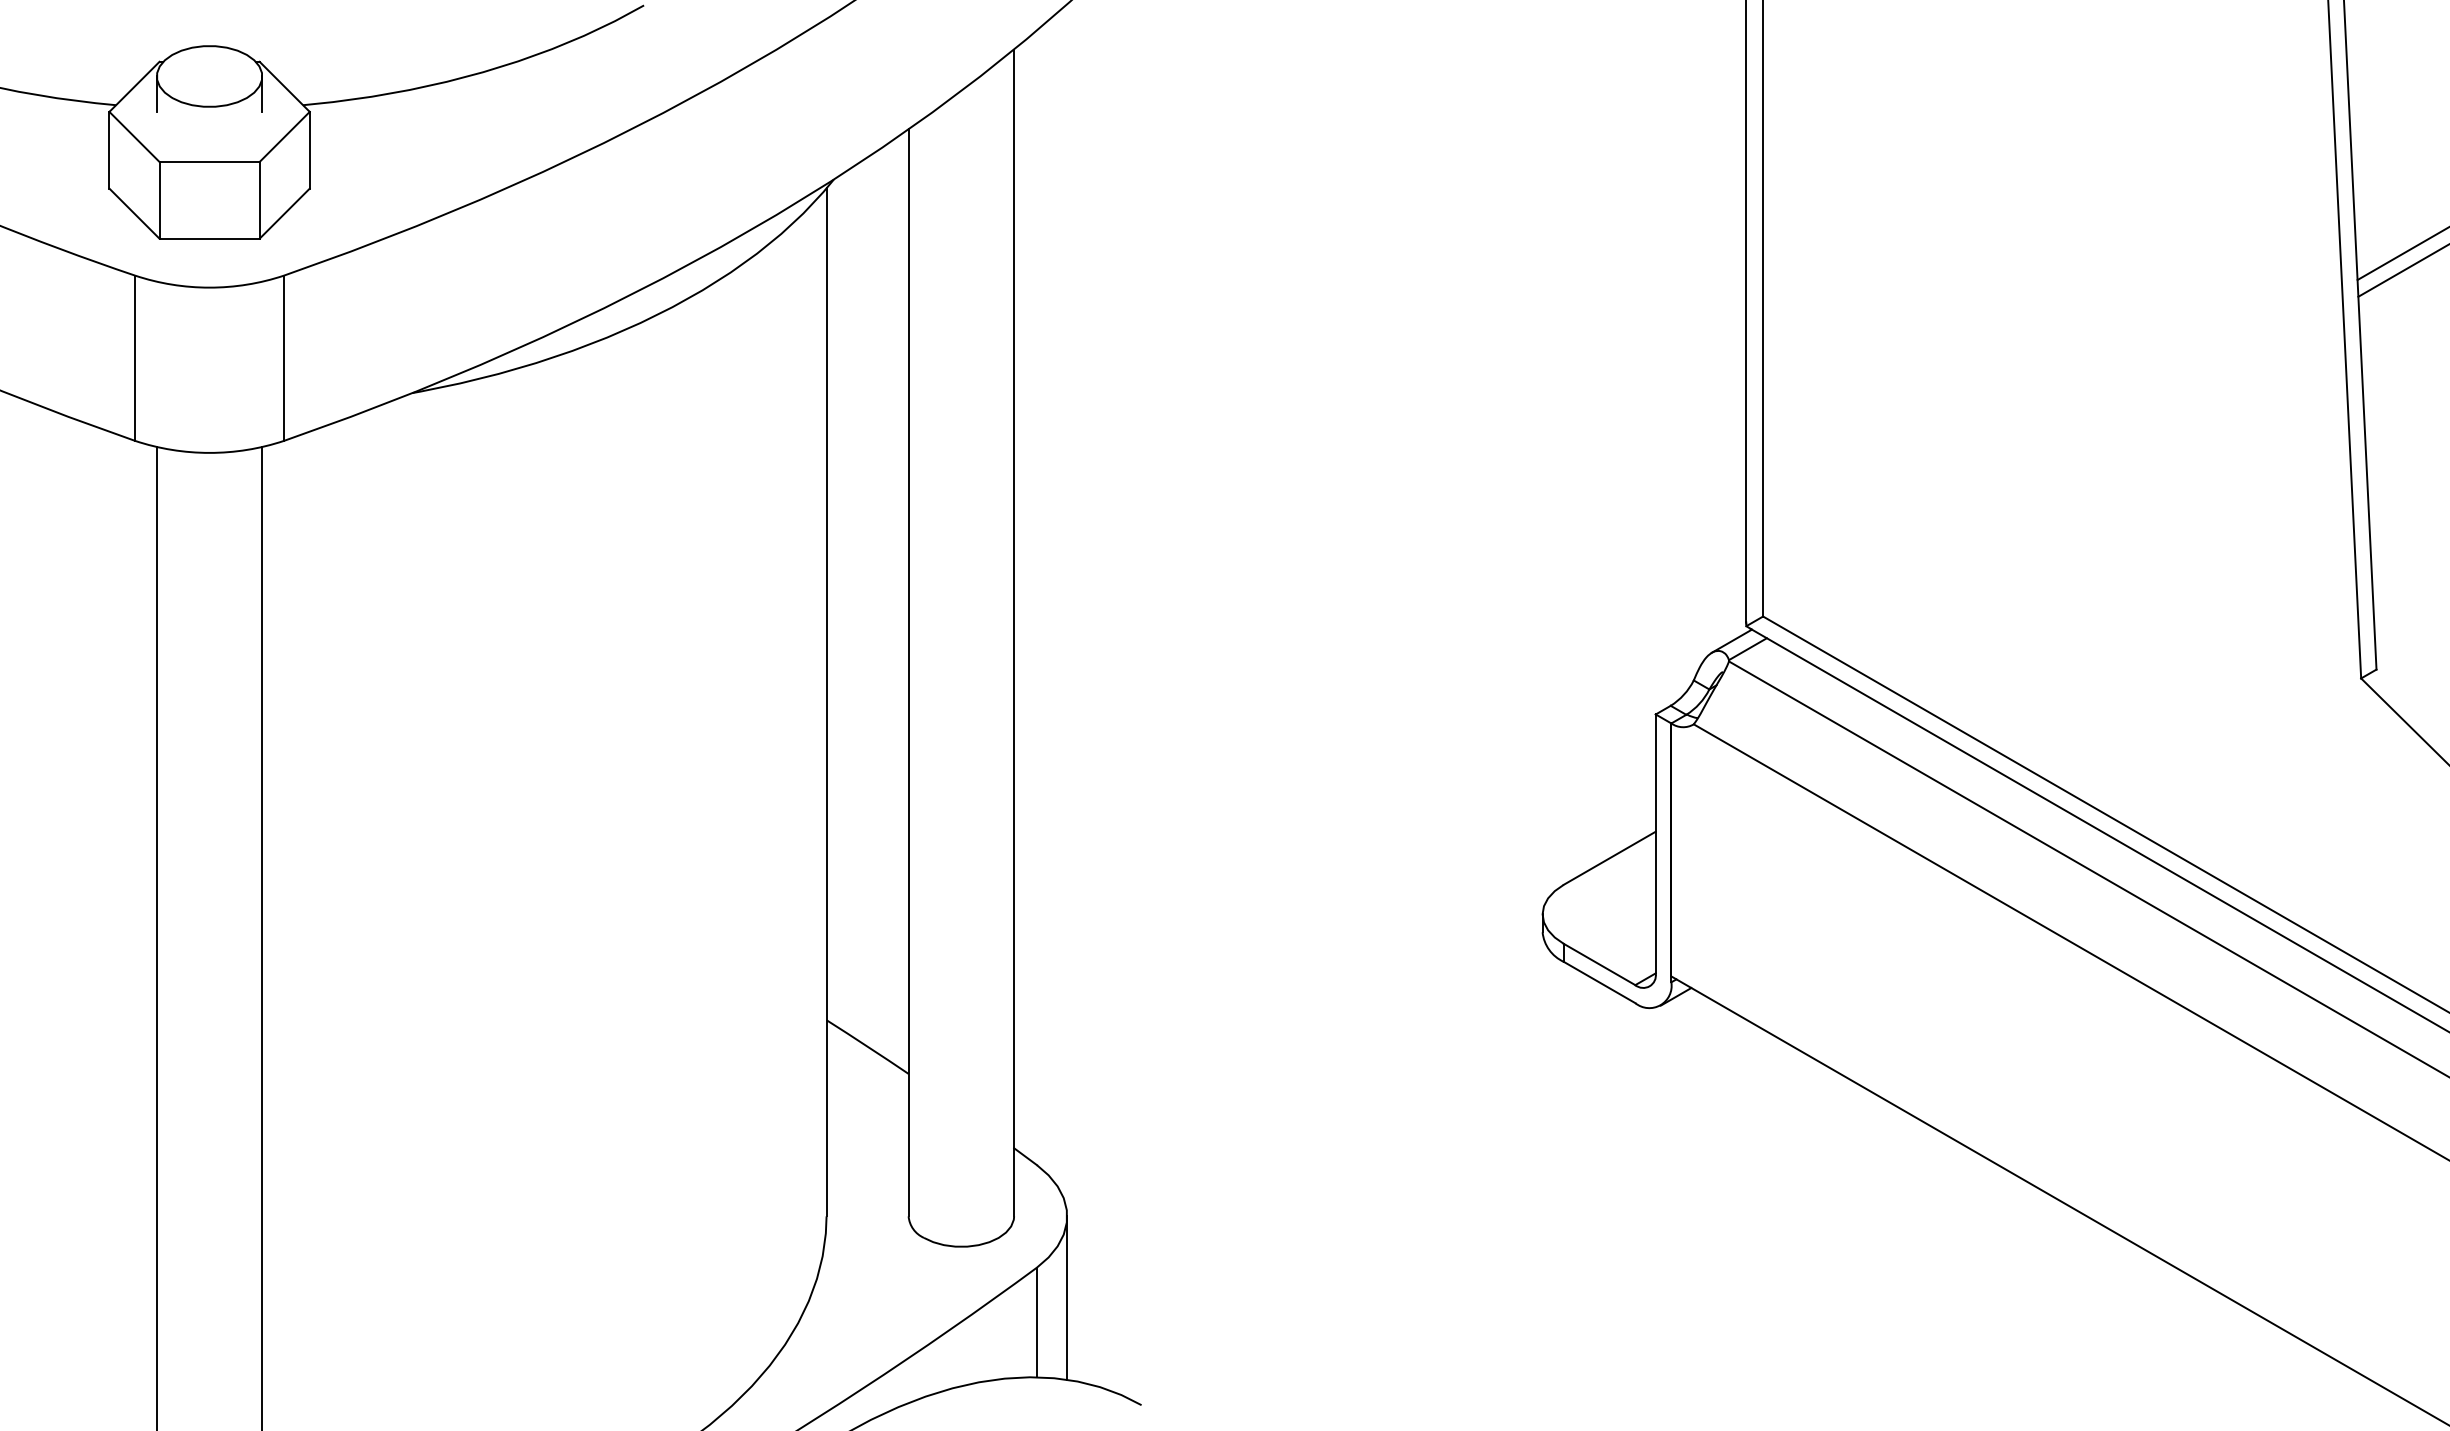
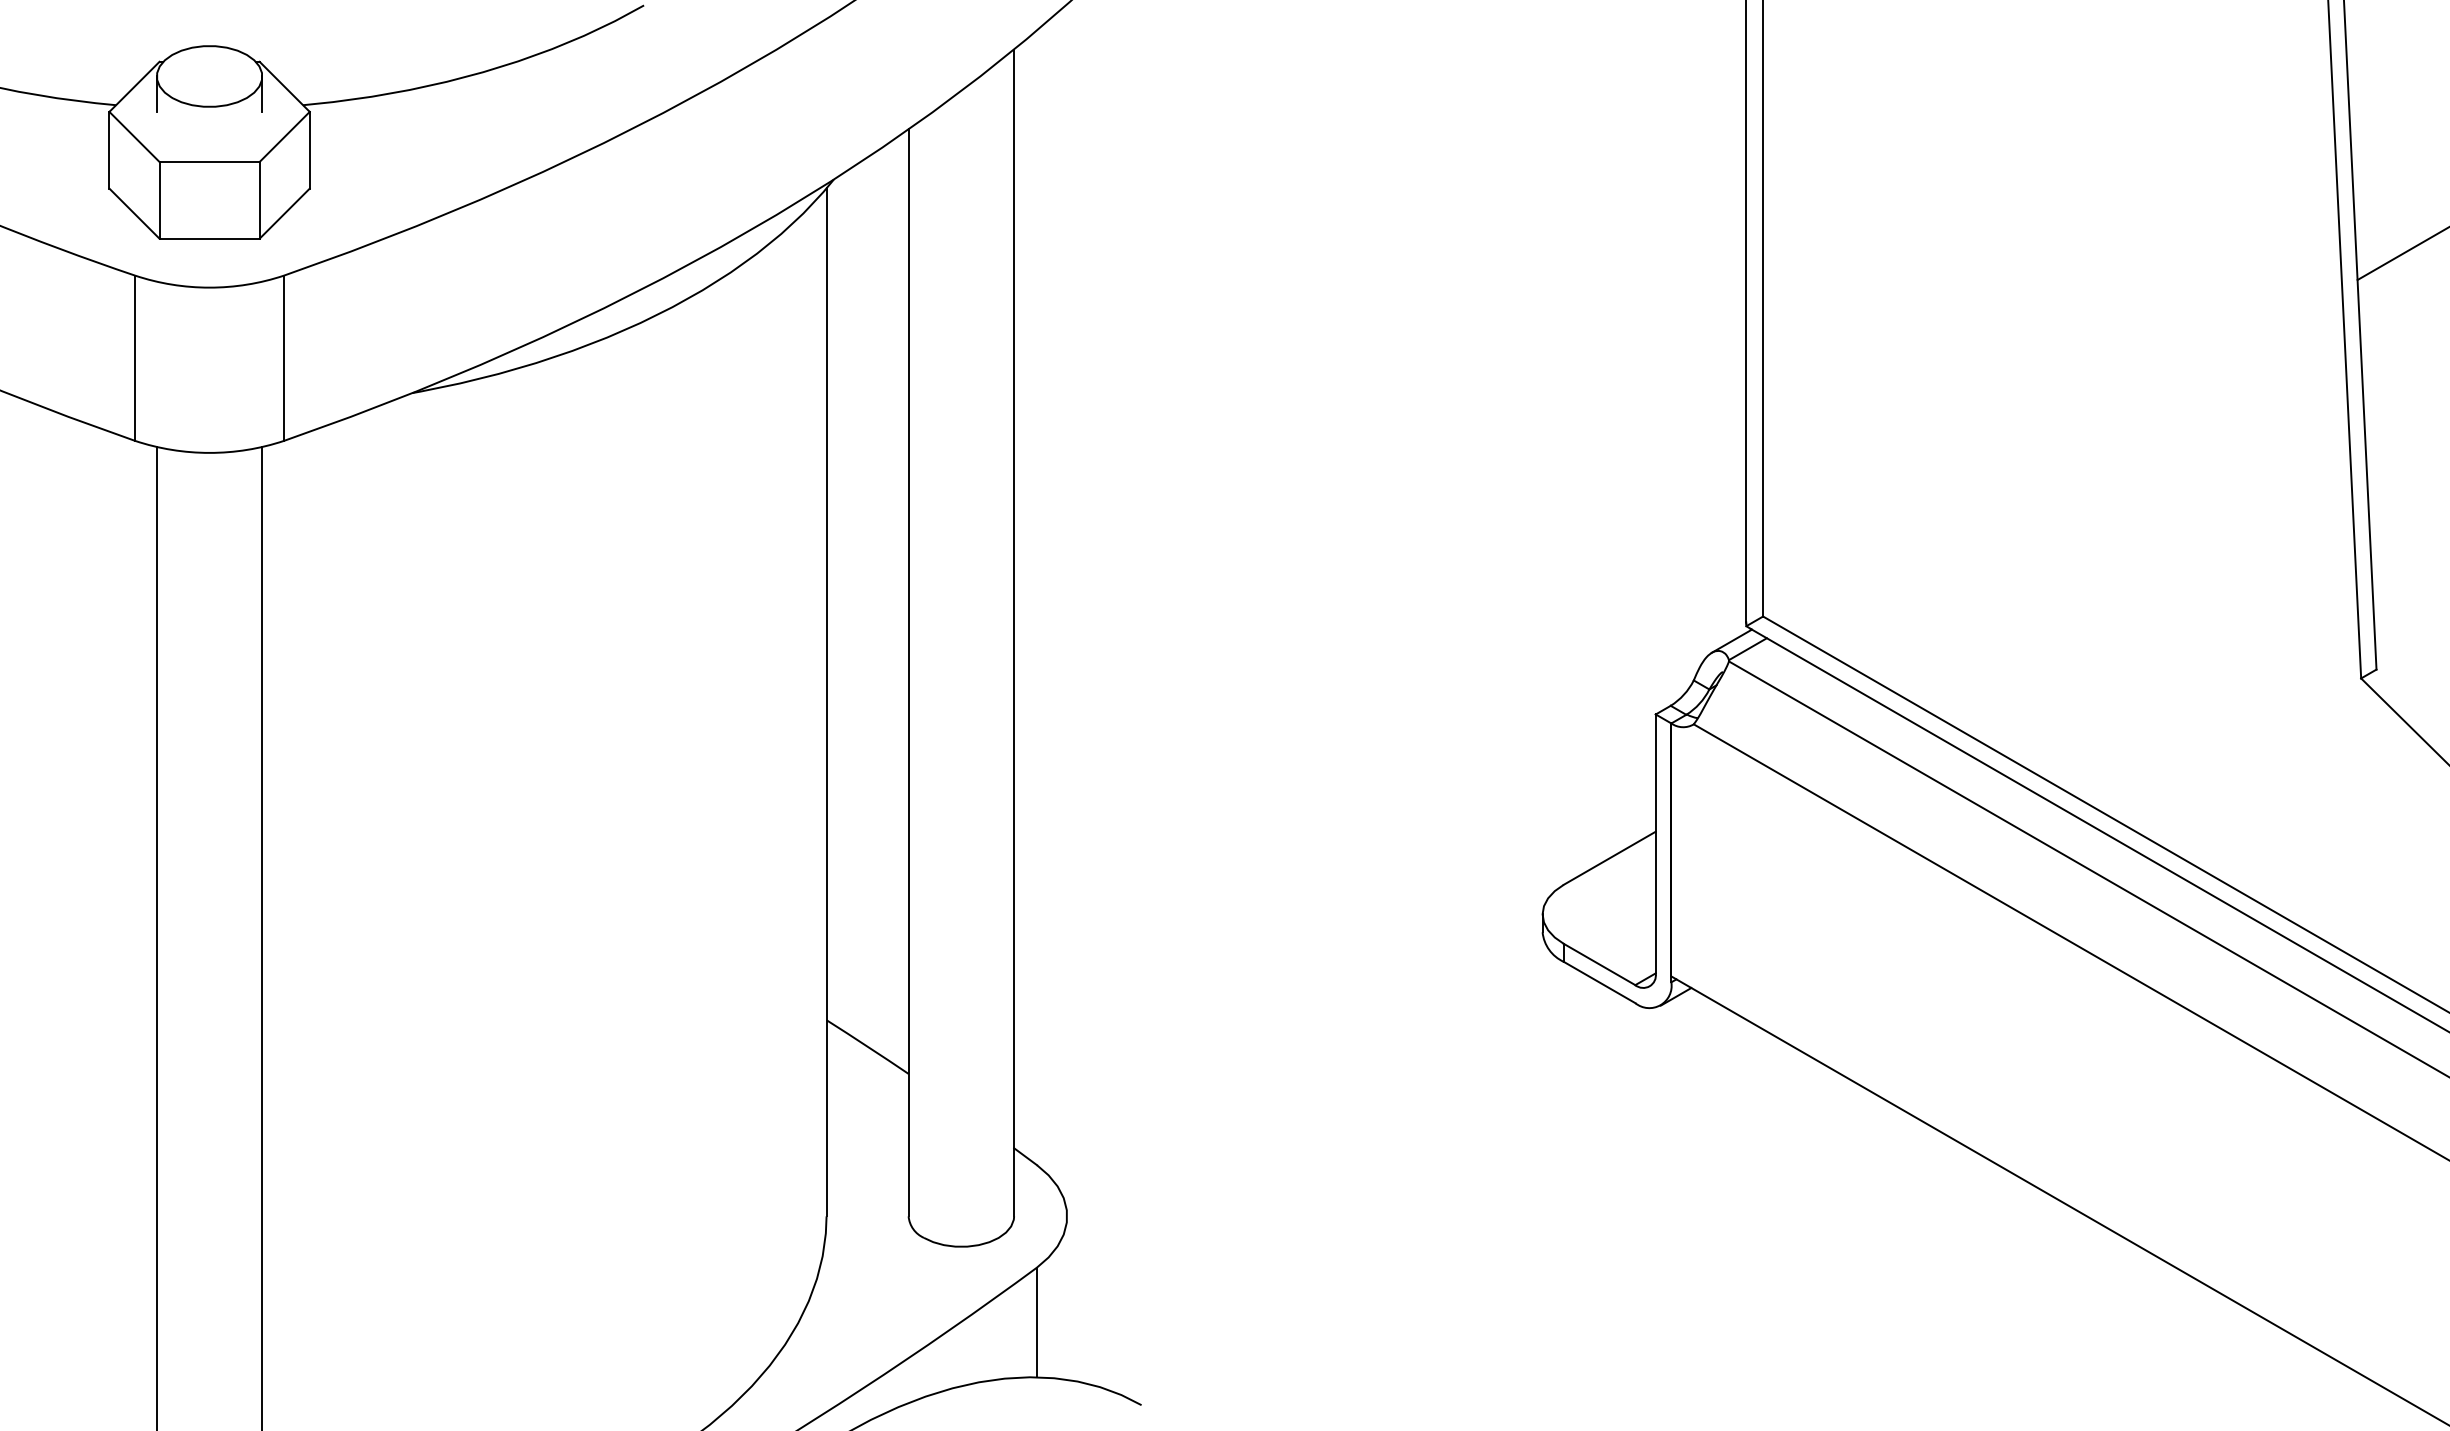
line at (2402, 270): present -> none
line at (1067, 1297): present -> none
